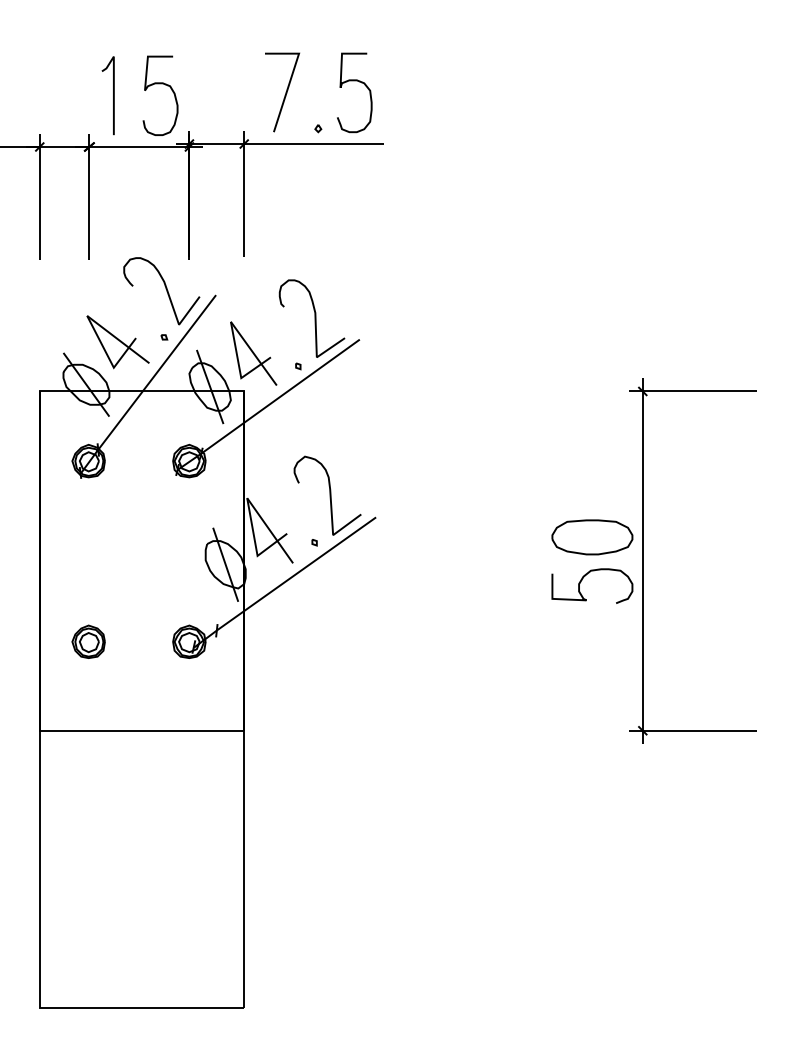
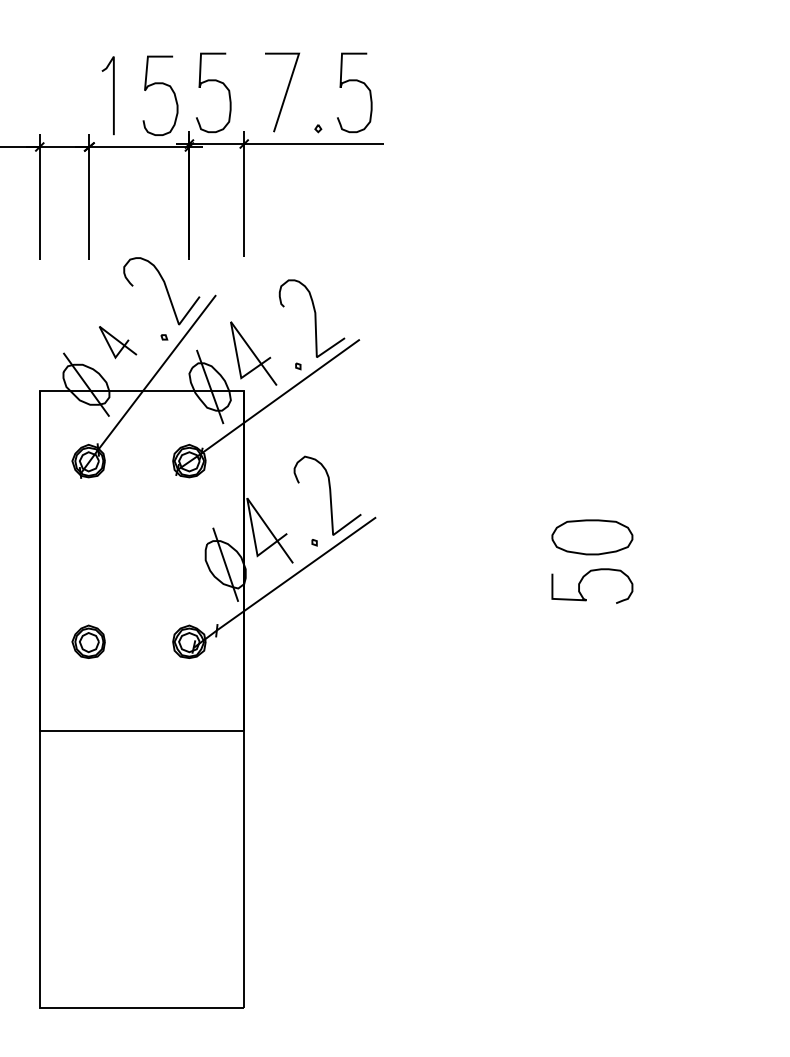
curve at (213, 81): none -> present
part at (117, 342) size: 64x55 px -> 39x34 px
part at (643, 560): present -> none
